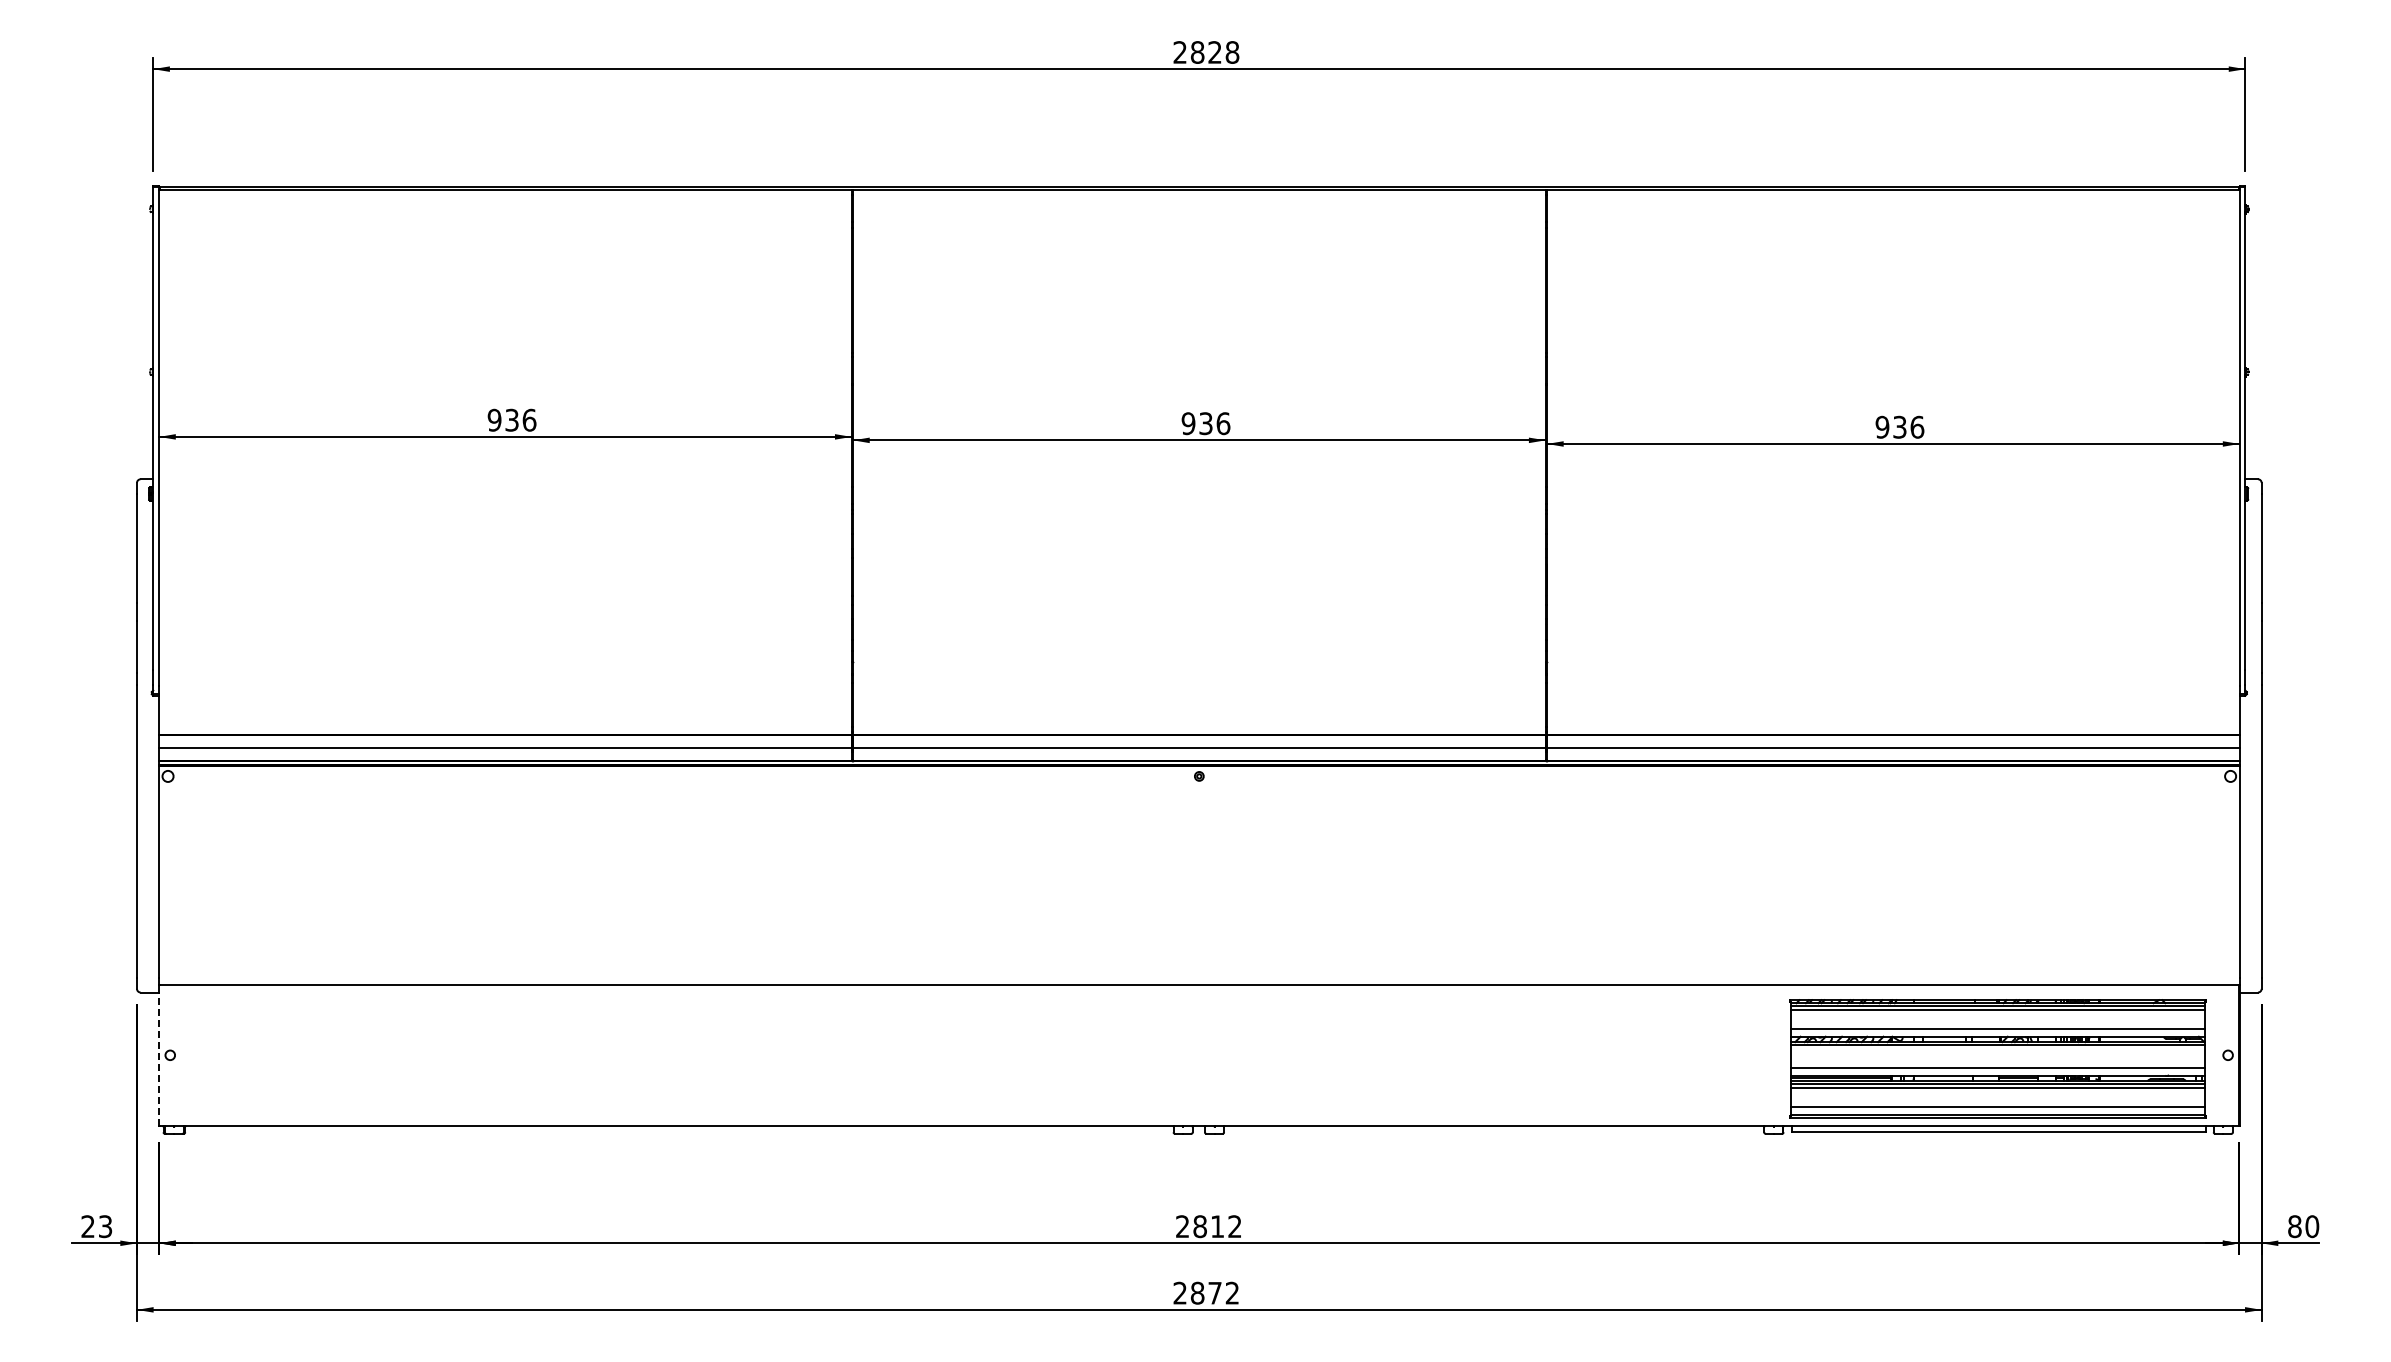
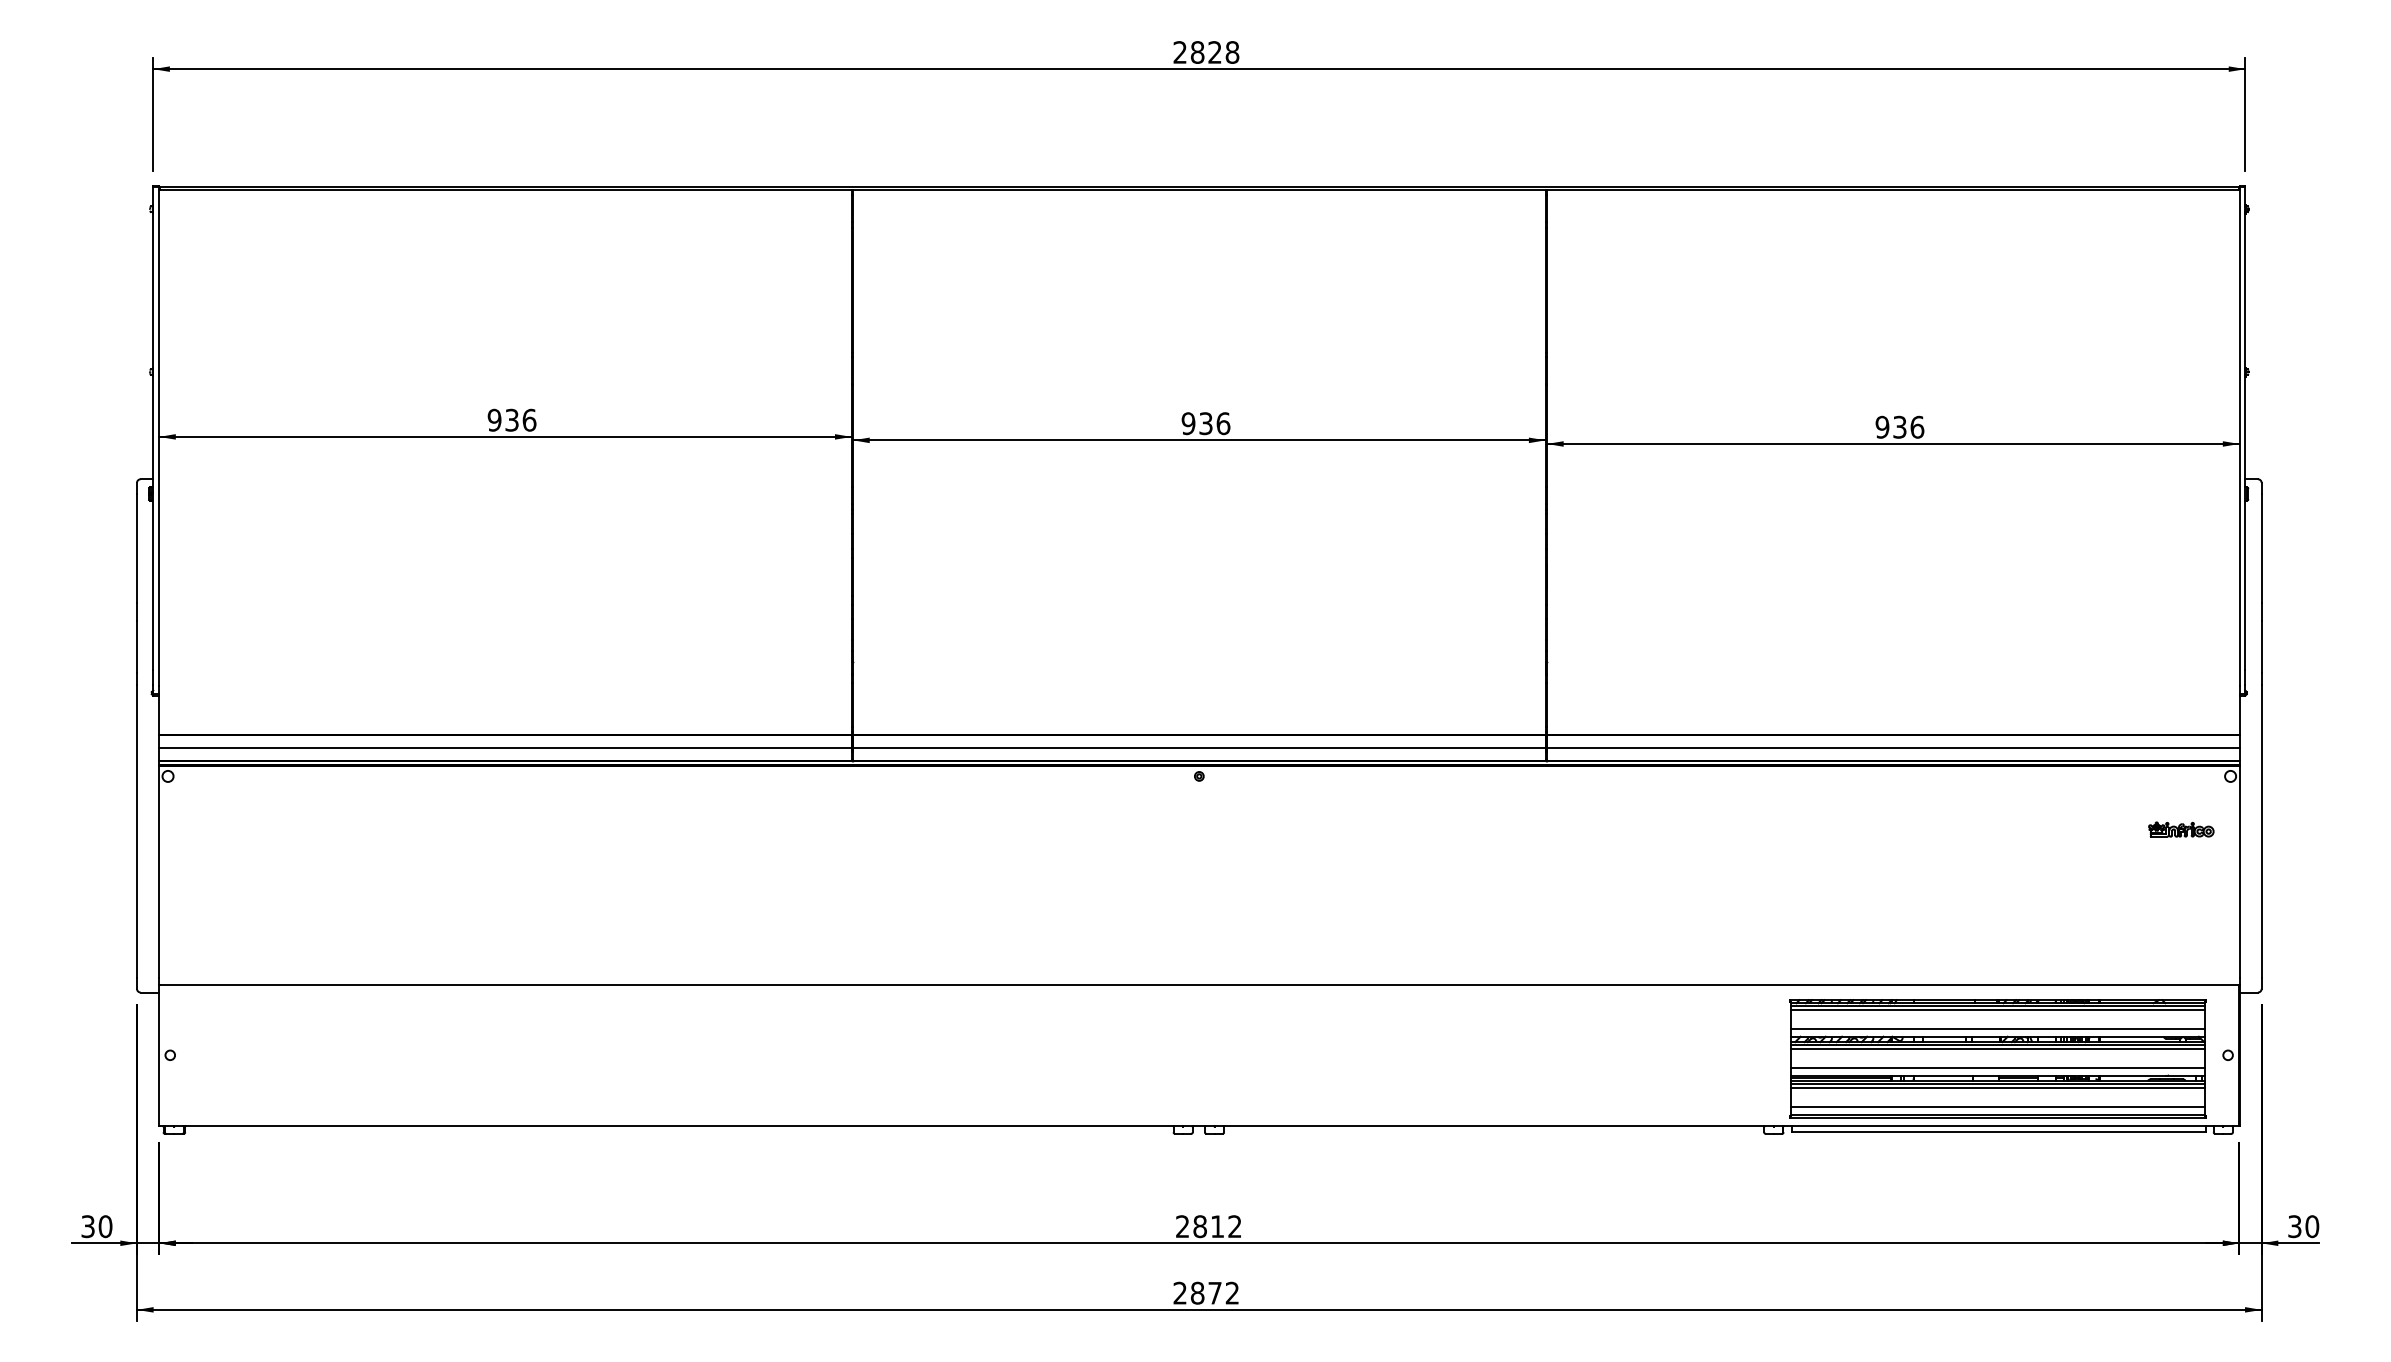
part at (2181, 829): none -> present
line at (1997, 1049): none -> present
line at (159, 1059): dashed -> solid
text at (96, 1226): 23 -> 30
text at (2294, 1226): 80 -> 30
